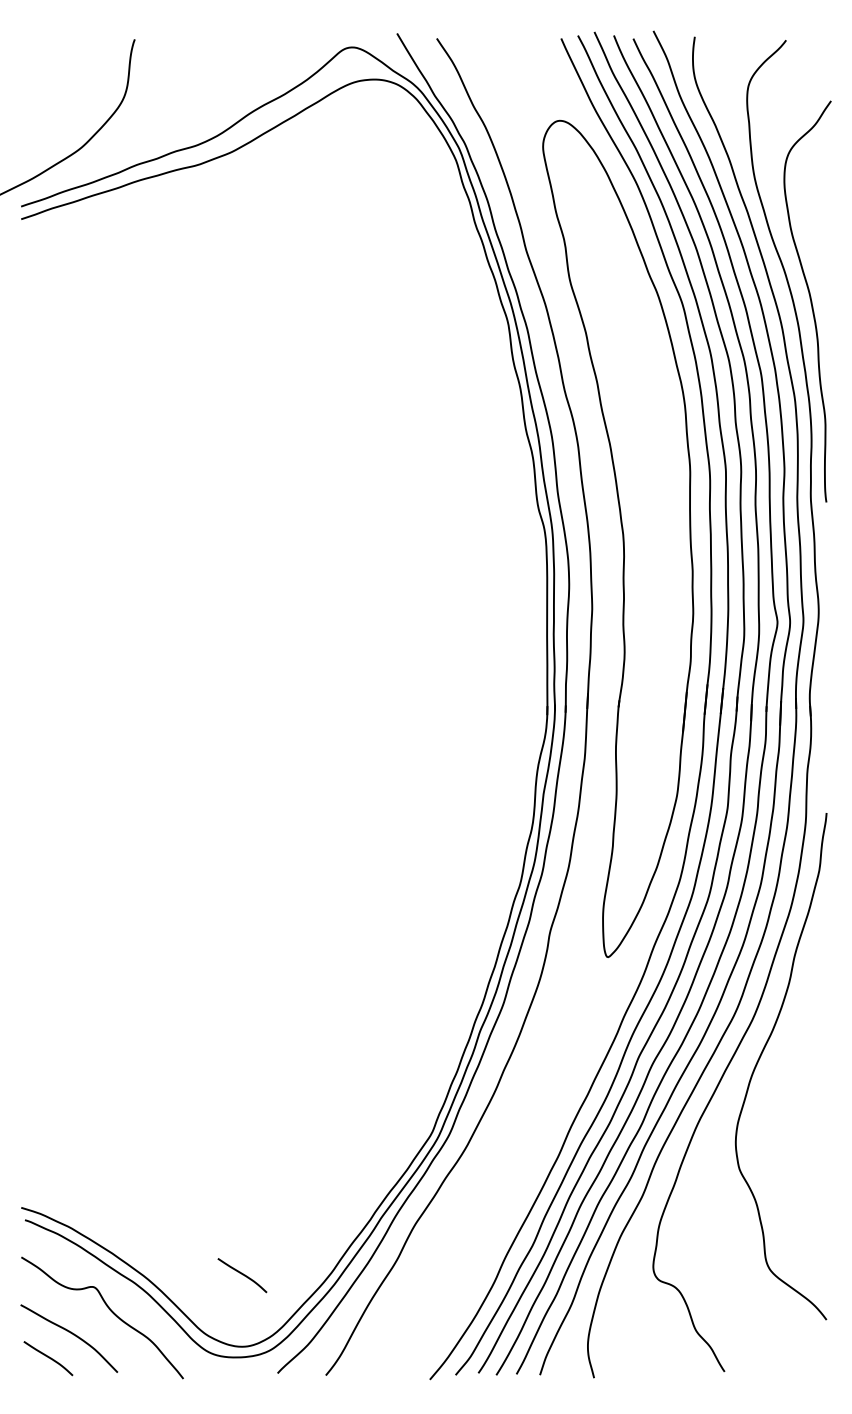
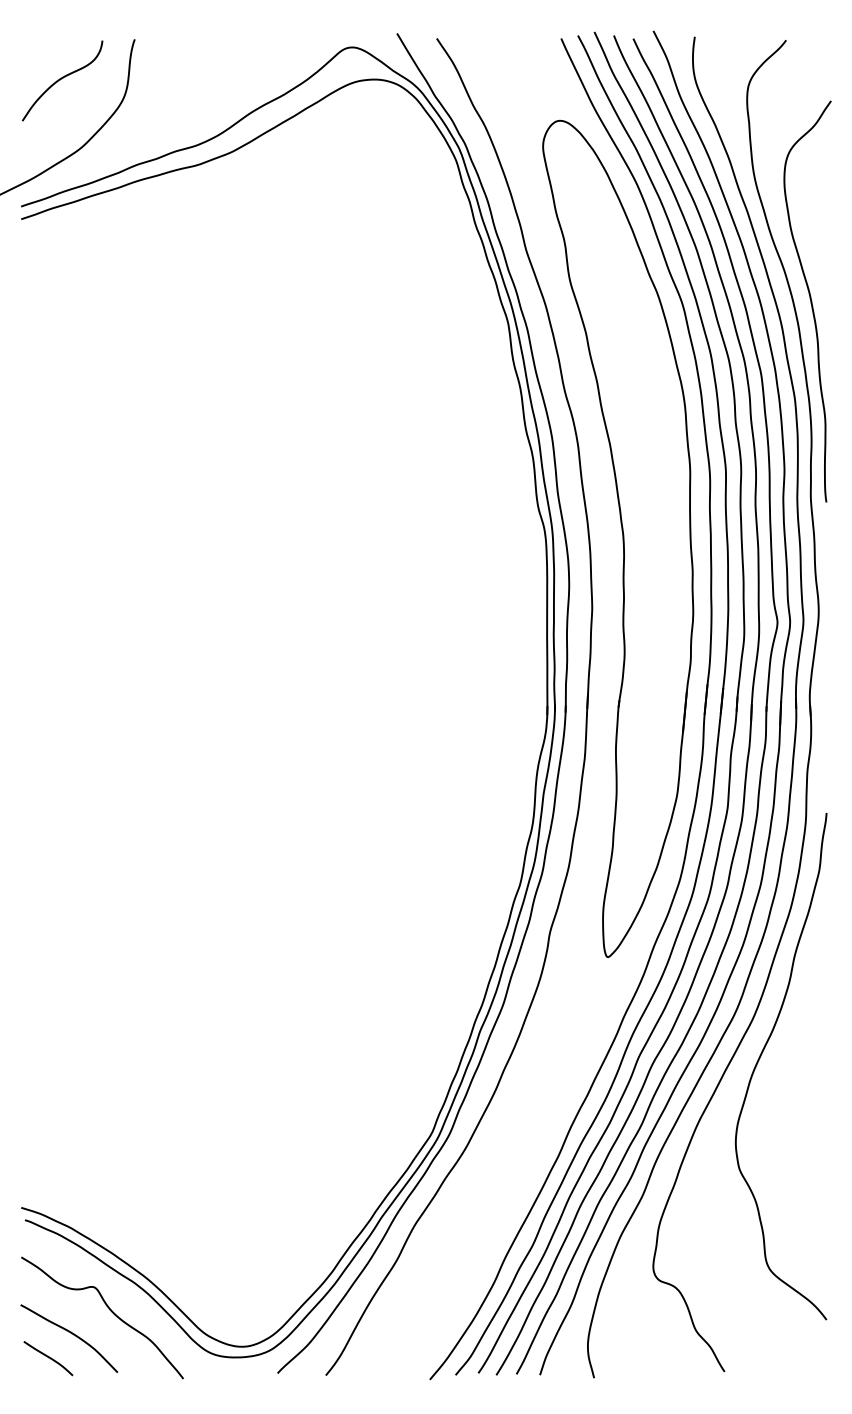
curve at (61, 79): none -> present
curve at (242, 1275): present -> none
